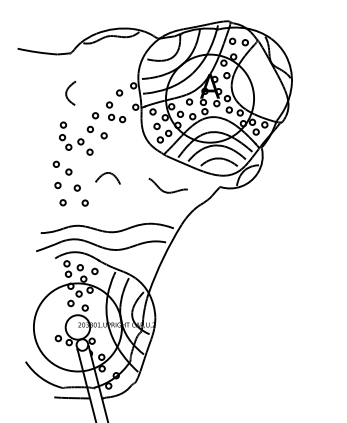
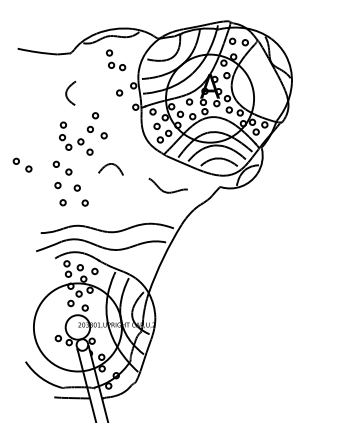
part at (116, 112) position: (116, 112) -> (116, 60)
part at (22, 164): none -> present
part at (107, 178) position: (107, 178) -> (110, 169)
